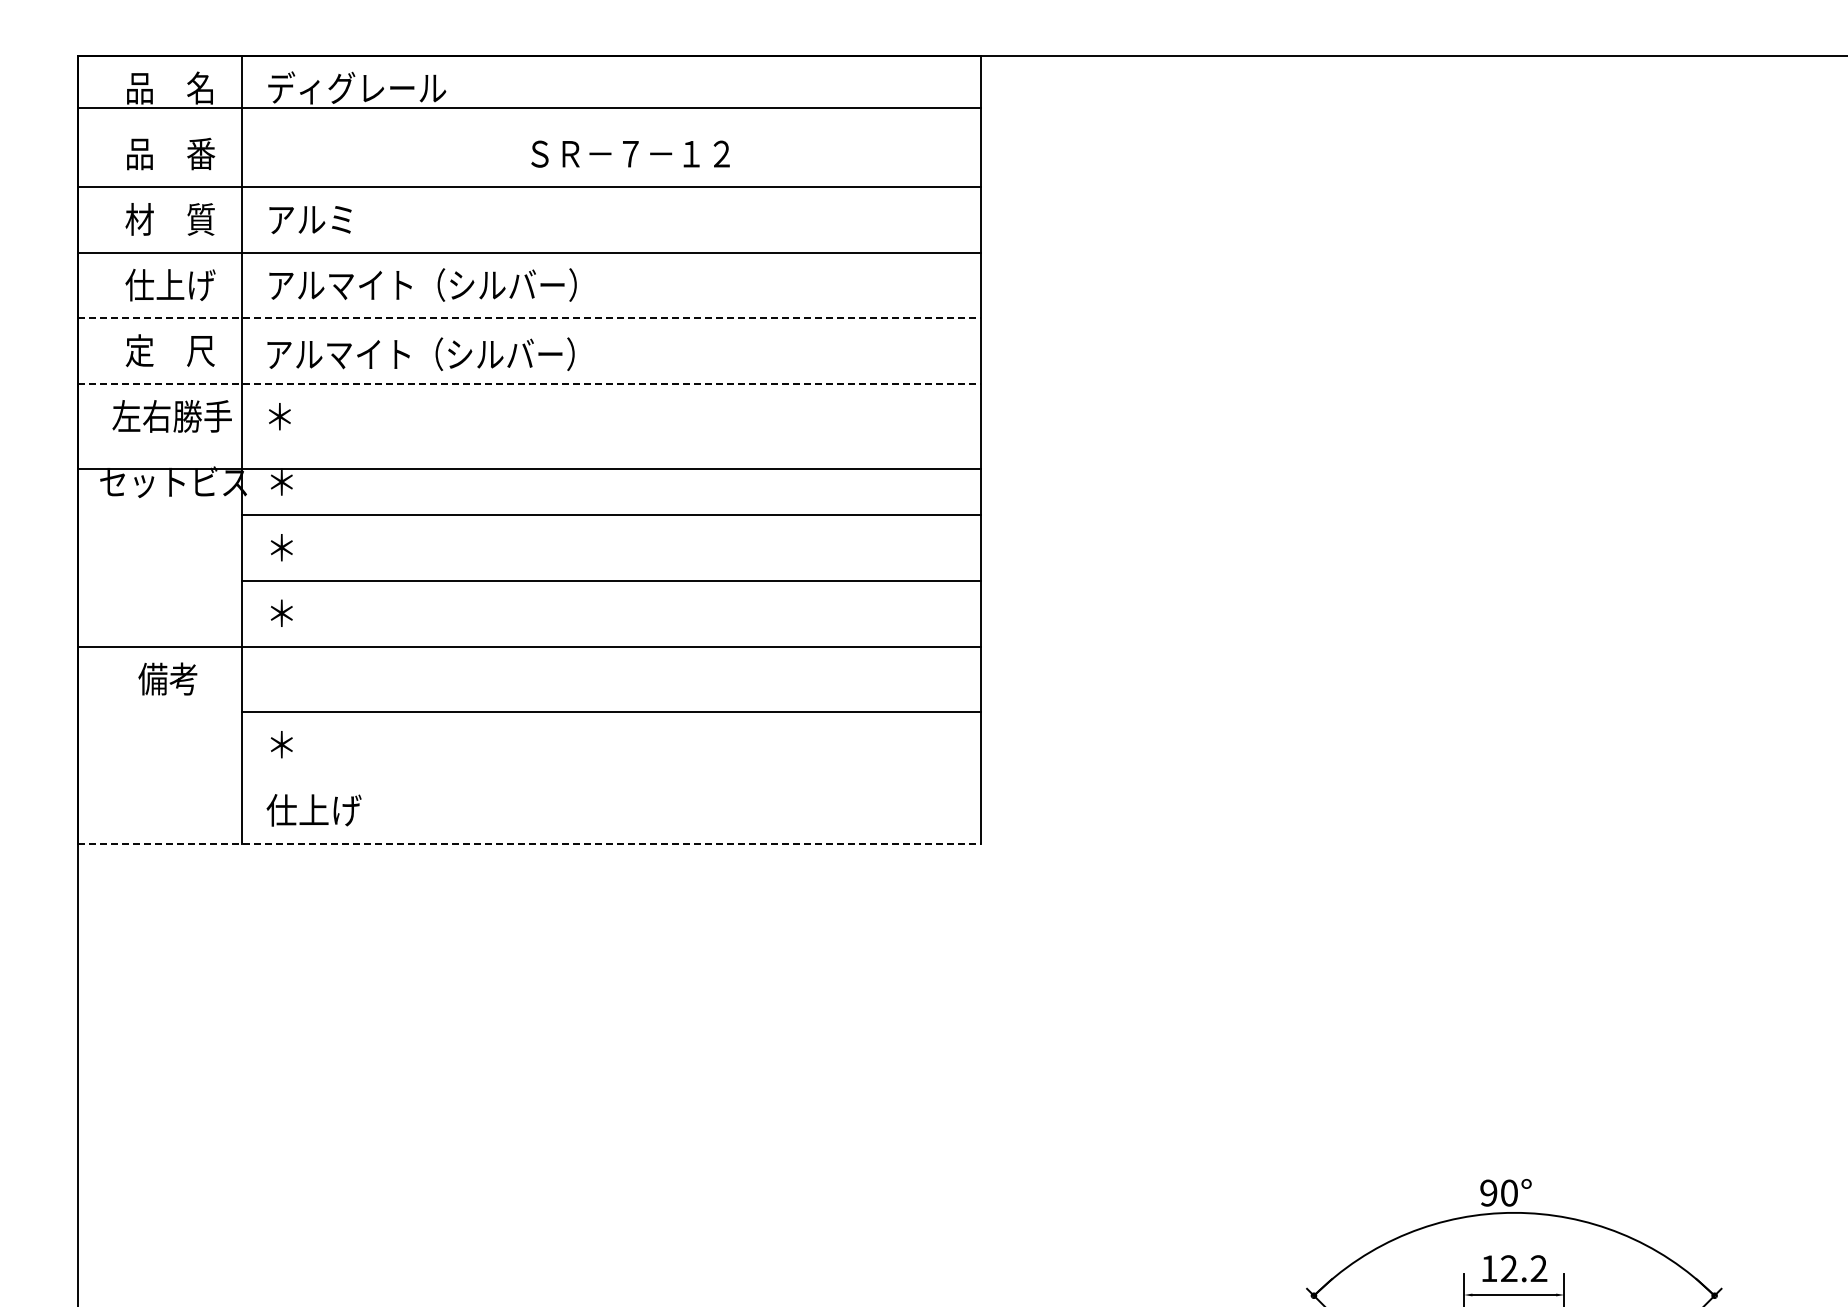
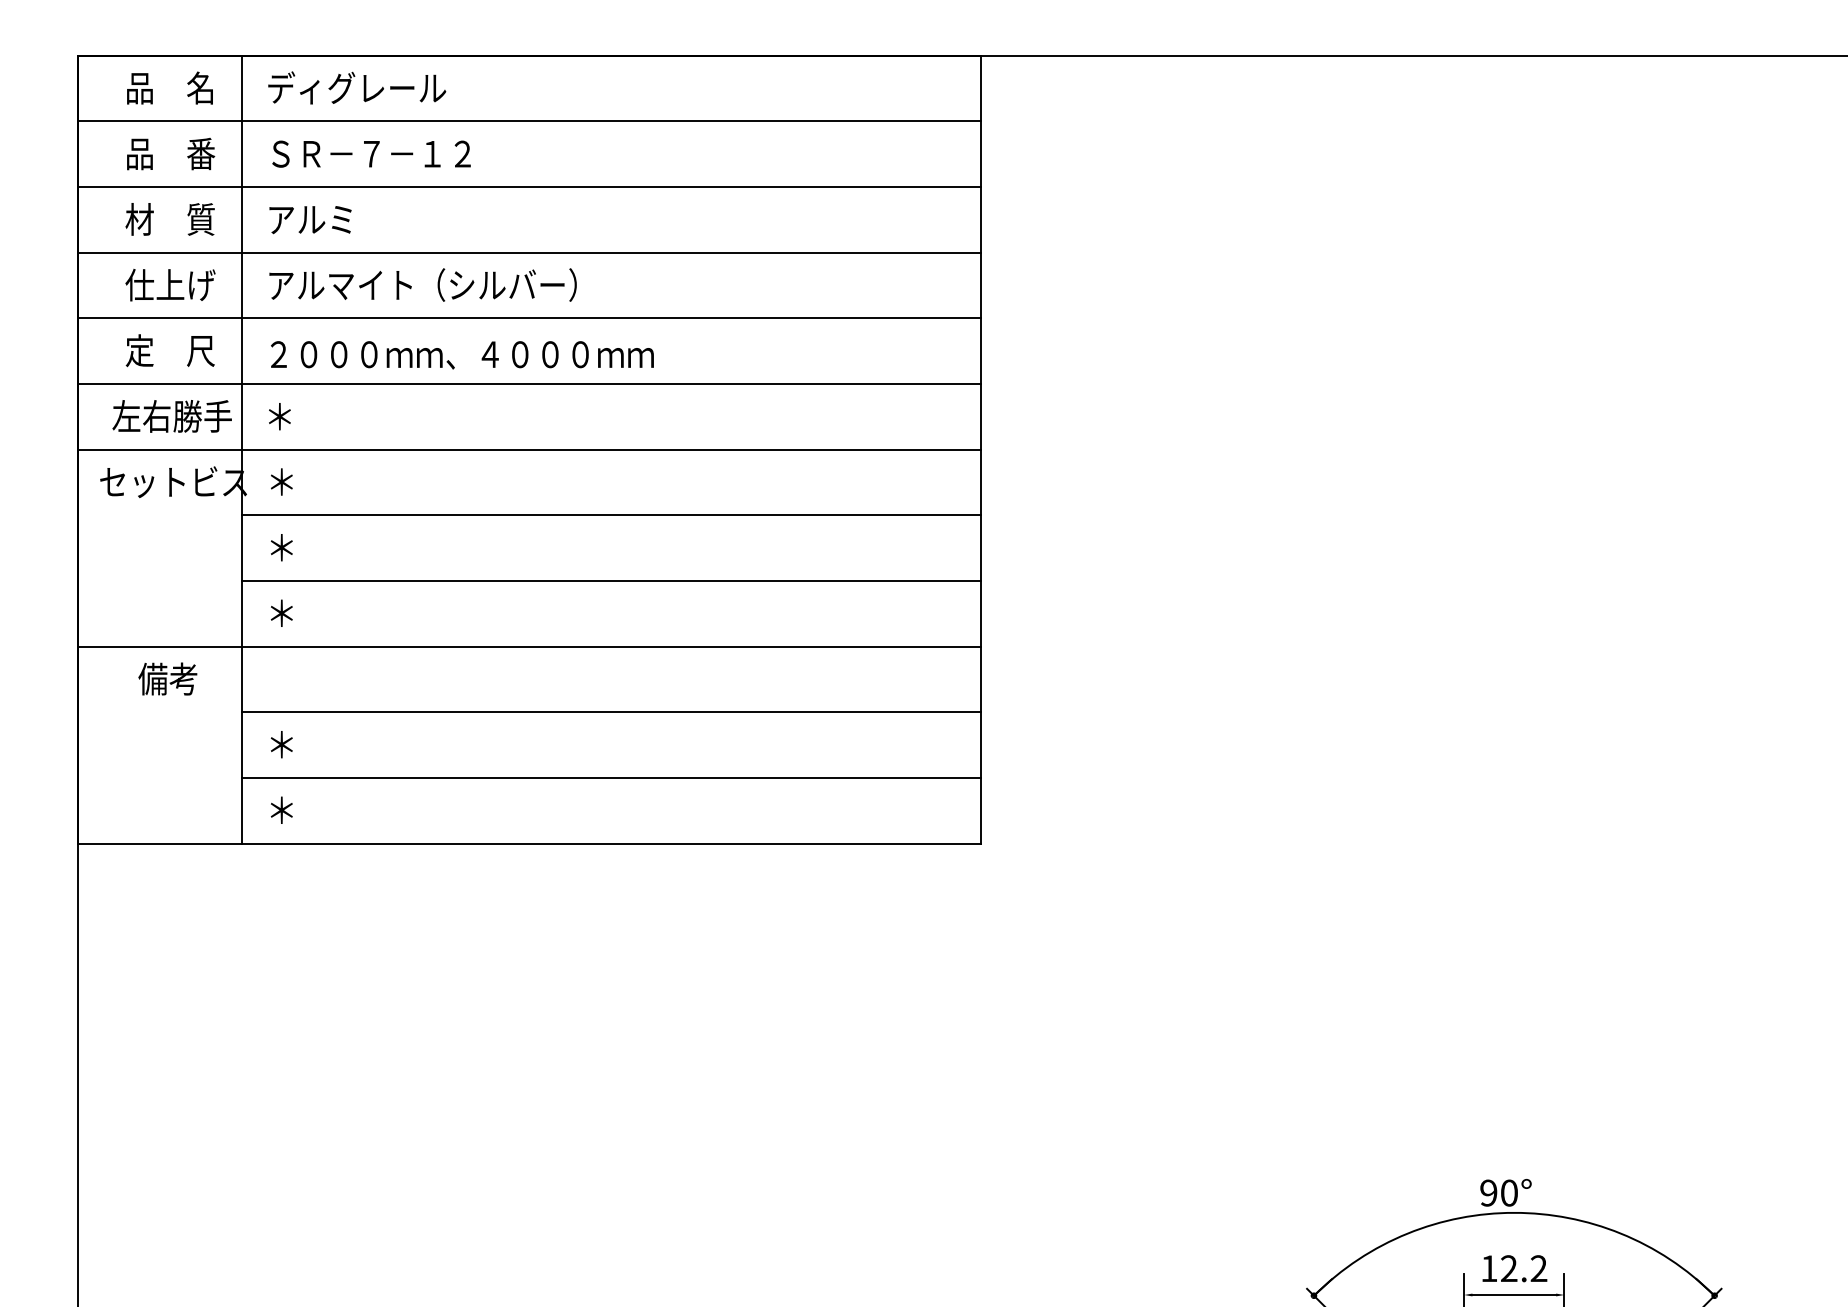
line at (529, 108) position: (529, 108) -> (529, 121)
text at (630, 153) position: (630, 153) -> (371, 153)
line at (529, 318): dashed -> solid
text at (460, 354): アルマイト（シルバー） -> ２０００ｍｍ、４０００ｍｍ
line at (529, 384): dashed -> solid
line at (529, 468) position: (529, 468) -> (529, 449)
line at (611, 777): none -> present
text at (313, 810): 仕上げ -> ＊
line at (529, 843): dashed -> solid
